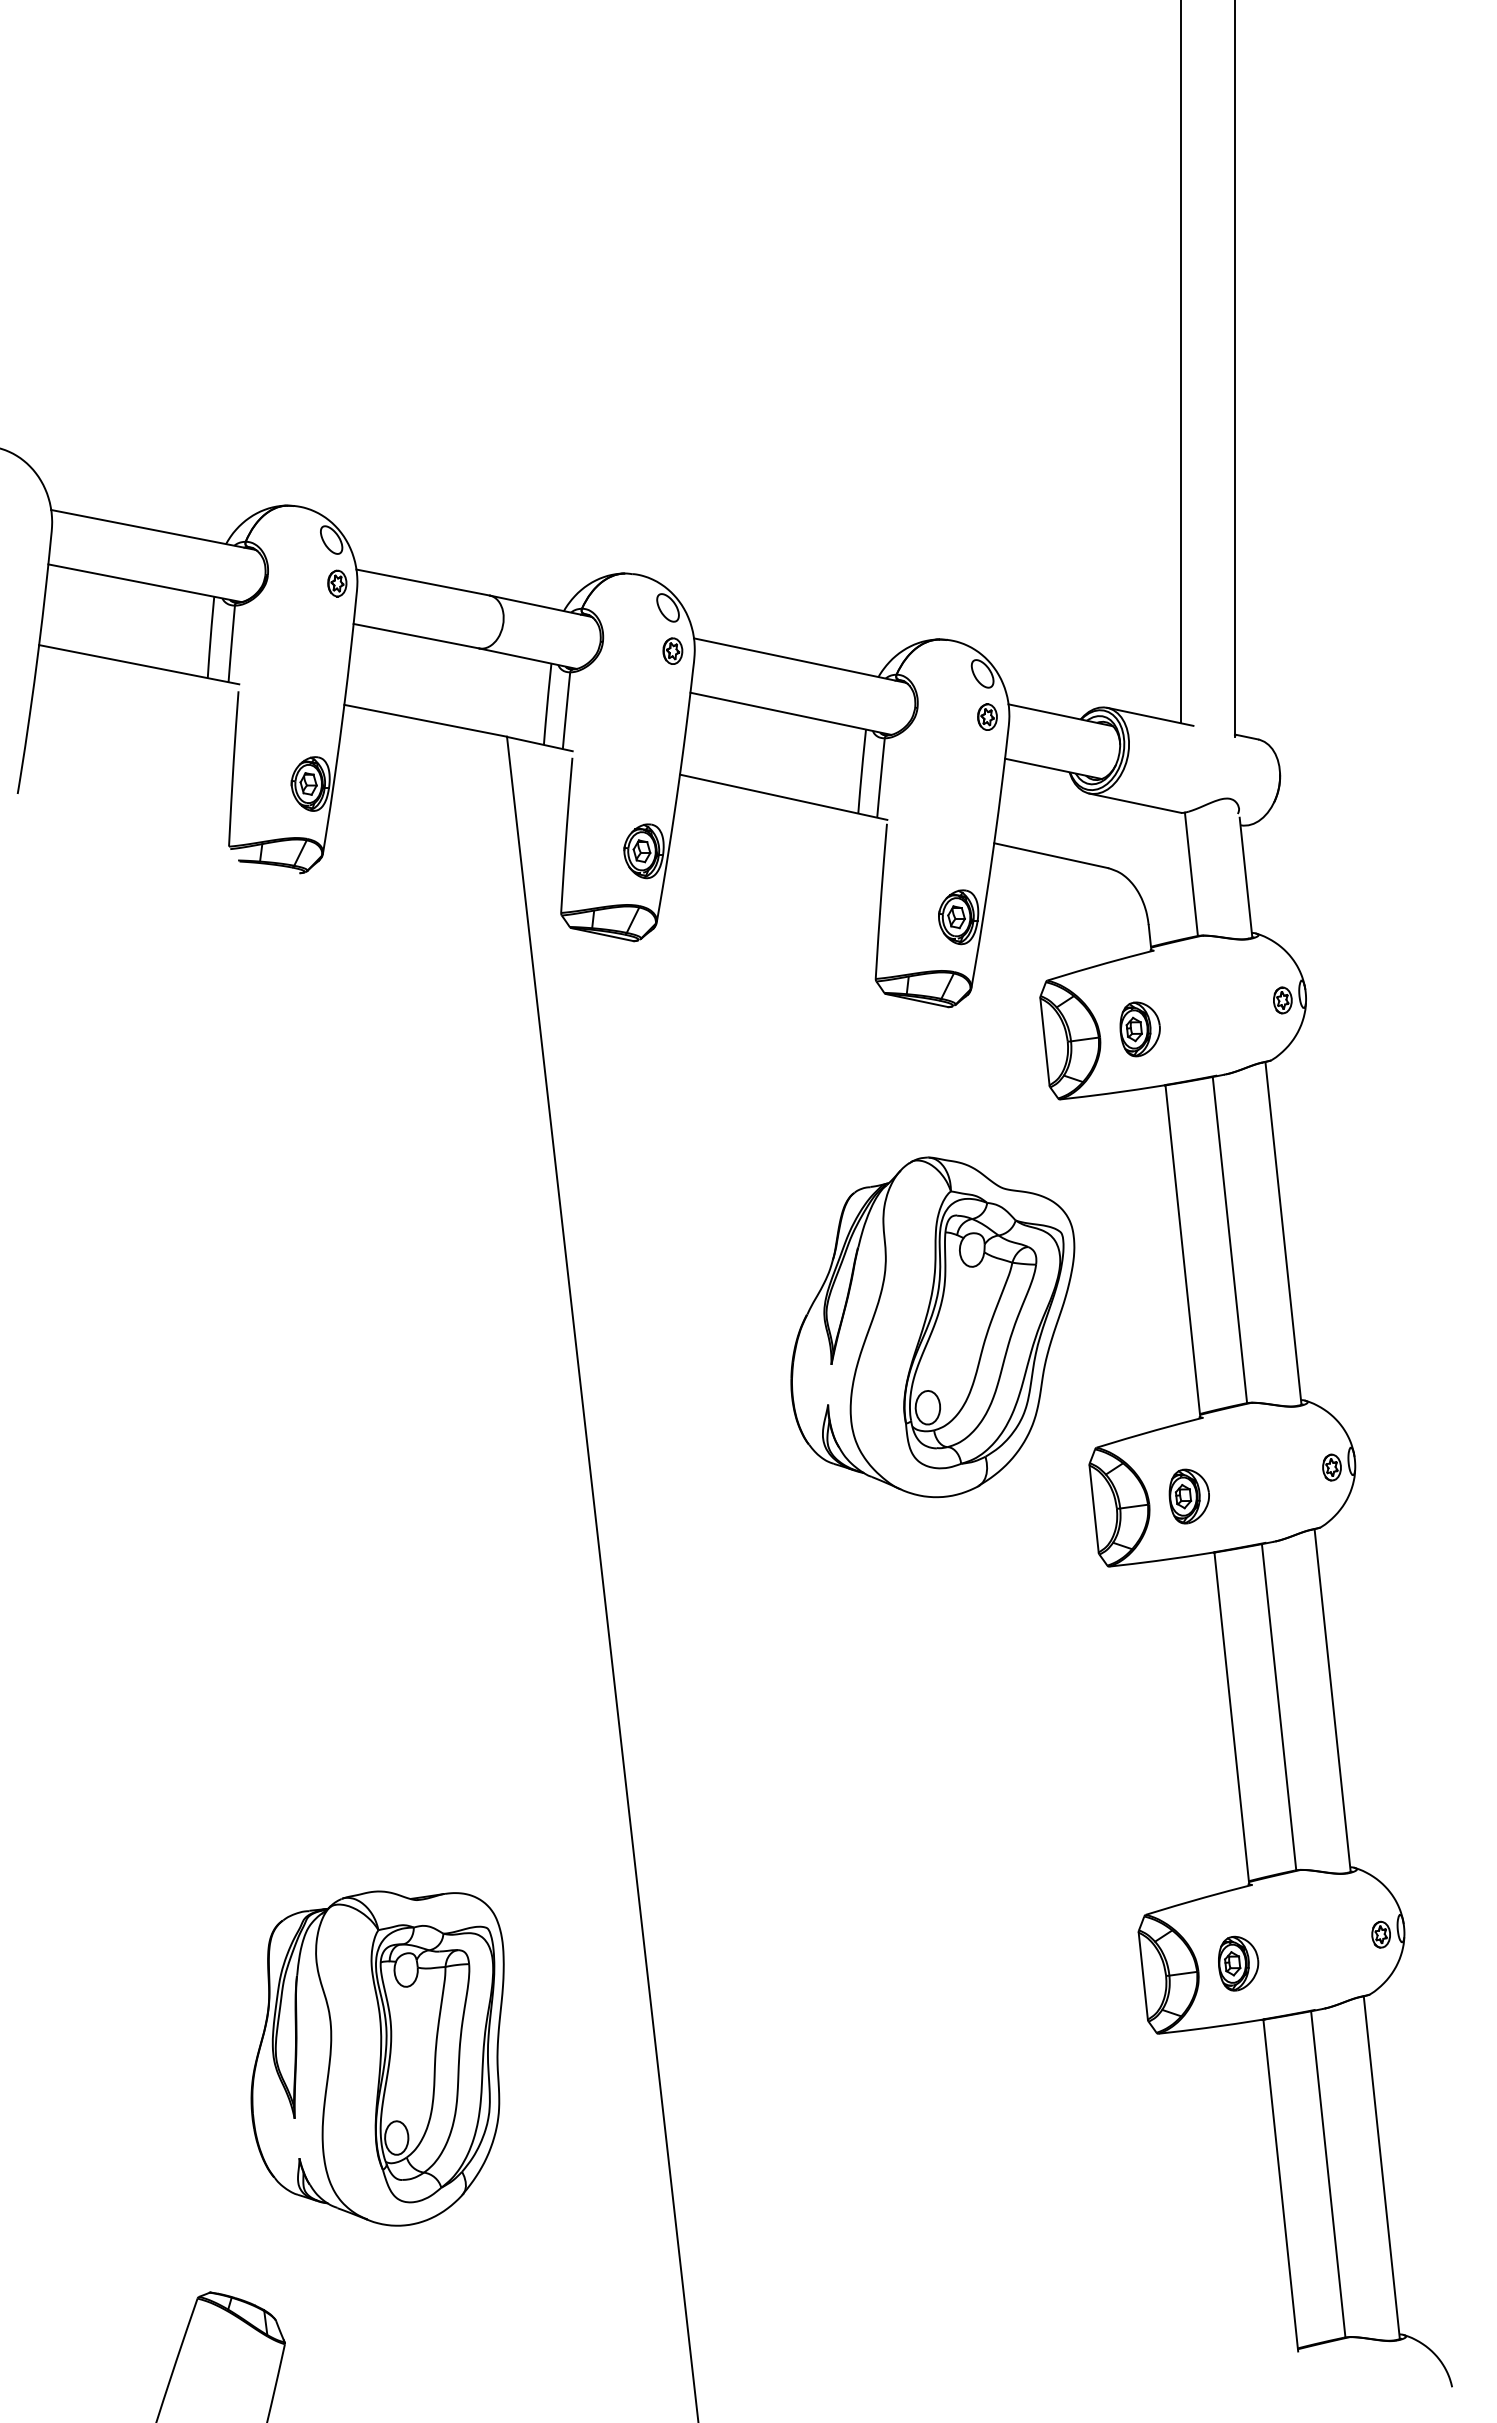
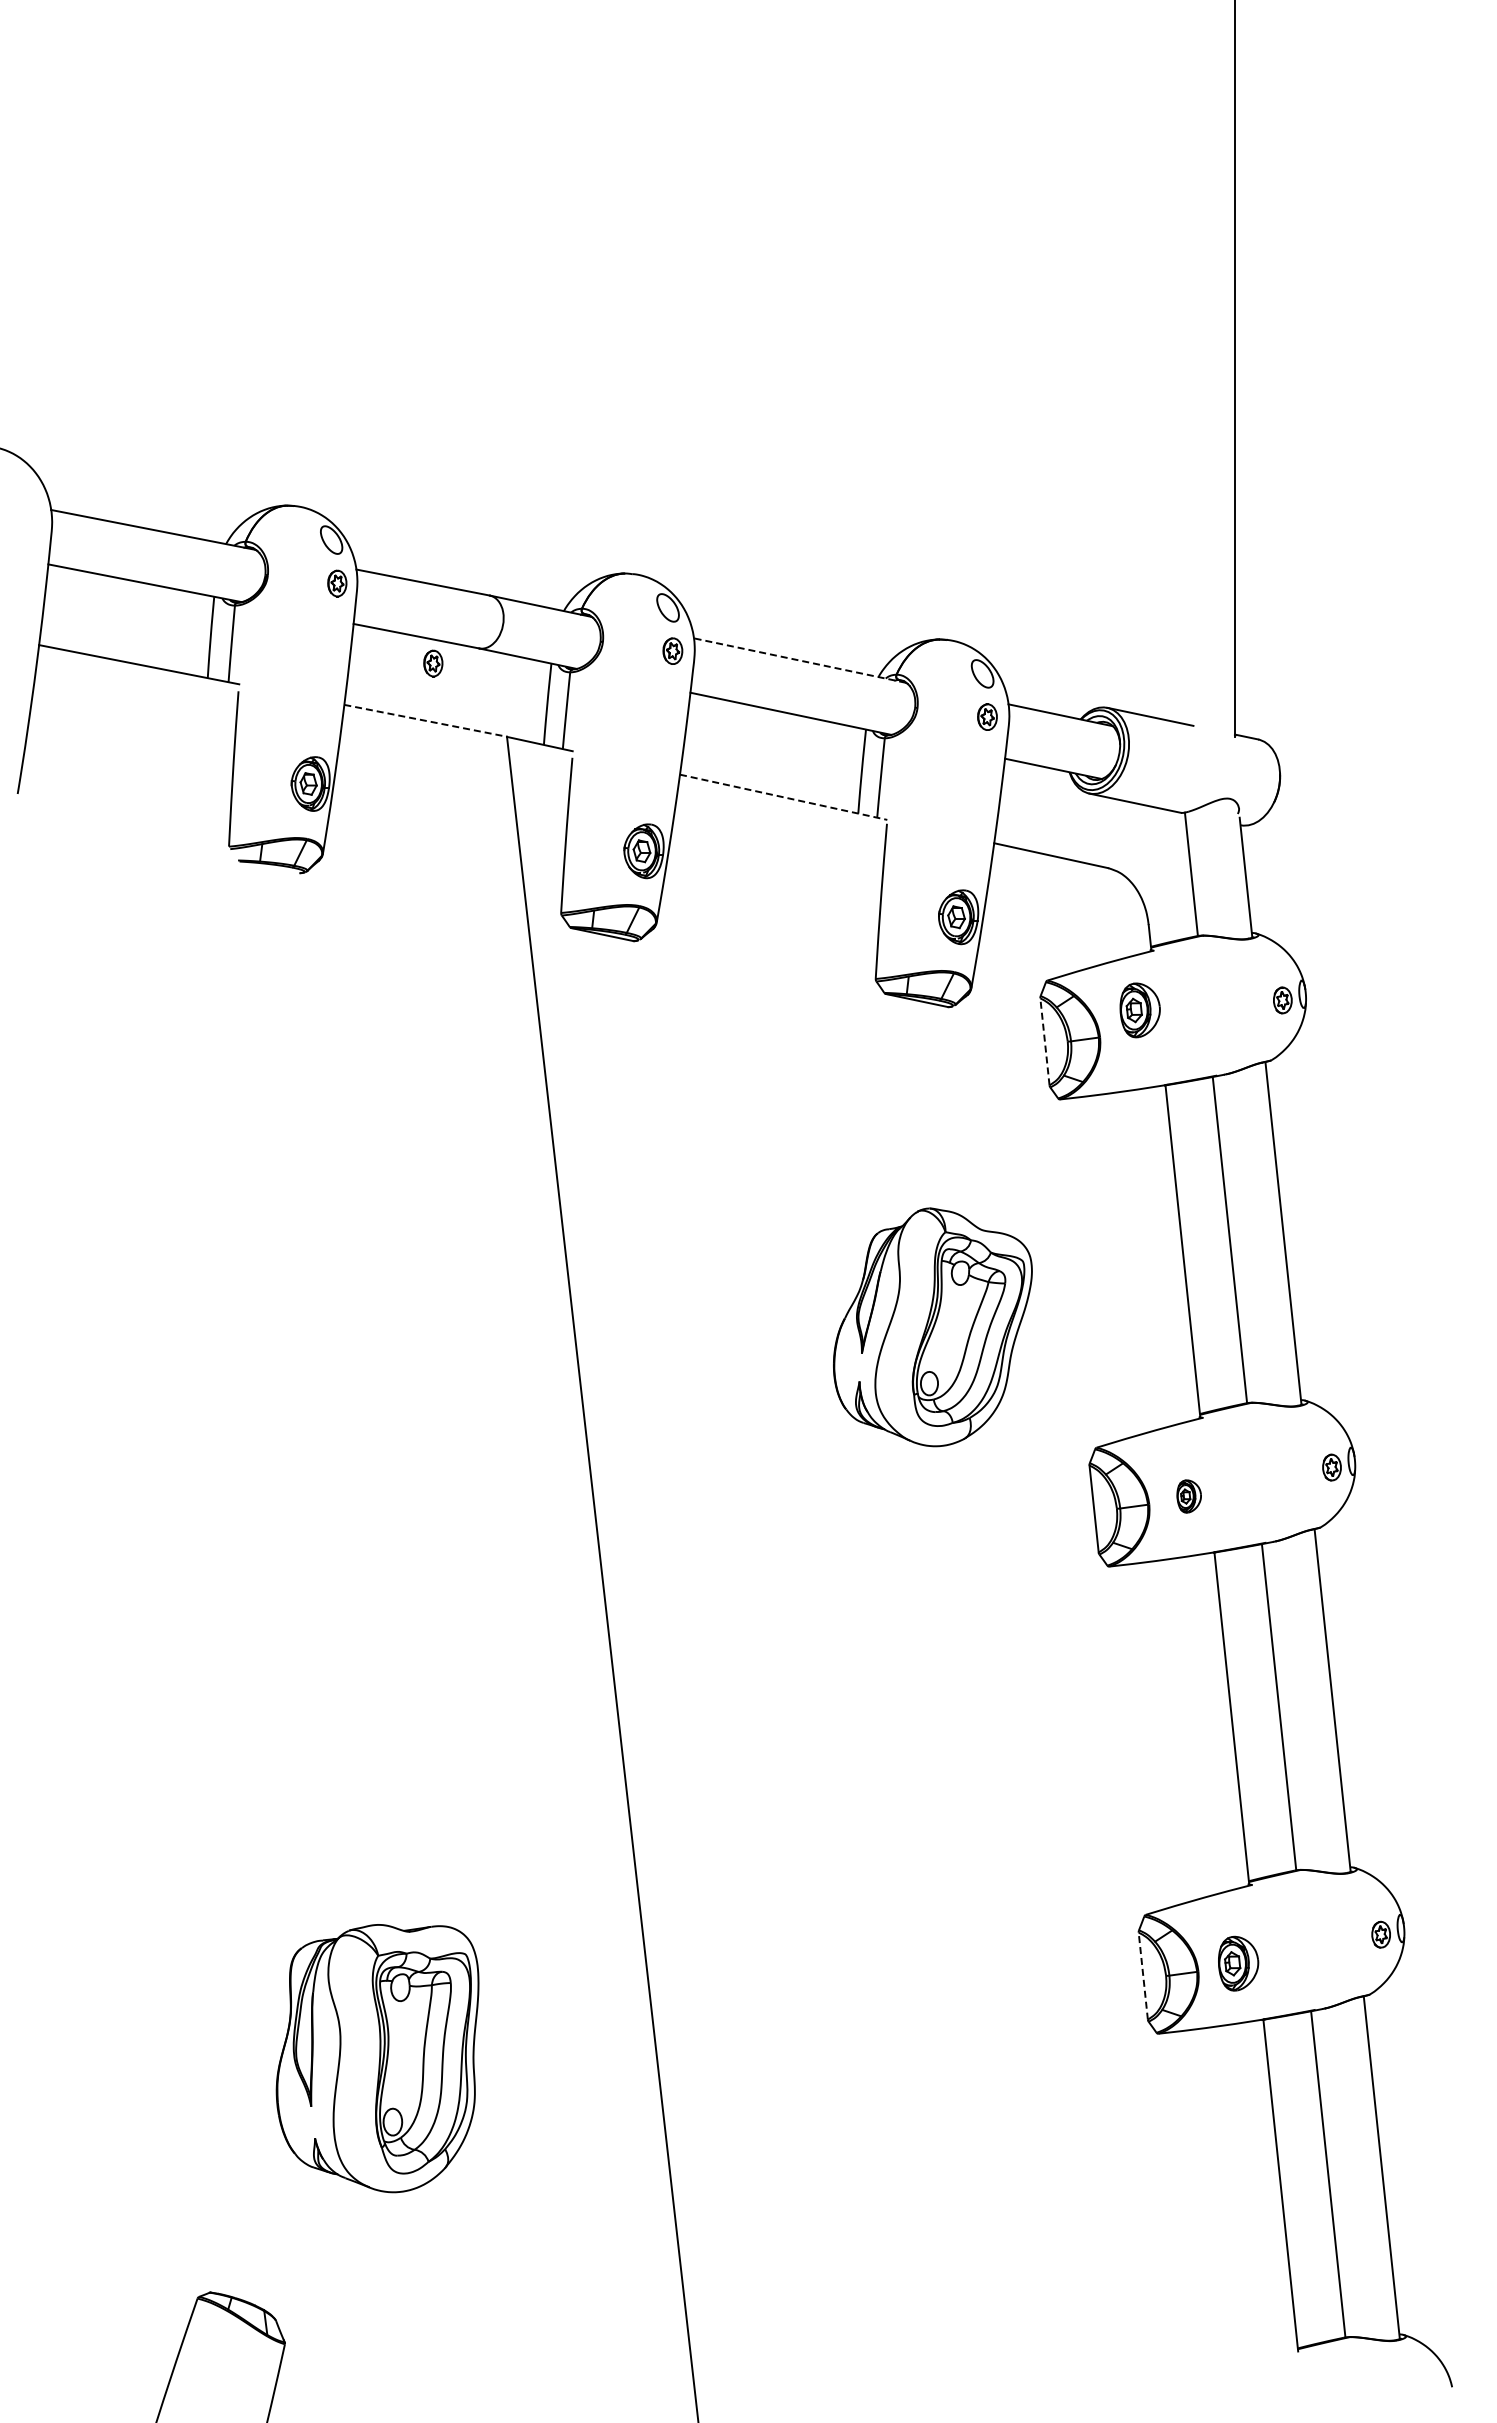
line at (1180, 362): present -> none
line at (799, 660): solid -> dashed
part at (433, 663): none -> present
line at (425, 720): solid -> dashed
line at (784, 797): solid -> dashed
part at (1139, 1029) position: (1139, 1029) -> (1139, 1010)
line at (1044, 1041): solid -> dashed
part at (932, 1327) size: 286x343 px -> 200x241 px
part at (1188, 1496) size: 42x57 px -> 26x35 px
line at (1143, 1976): solid -> dashed
part at (377, 2058) size: 255x337 px -> 205x270 px
